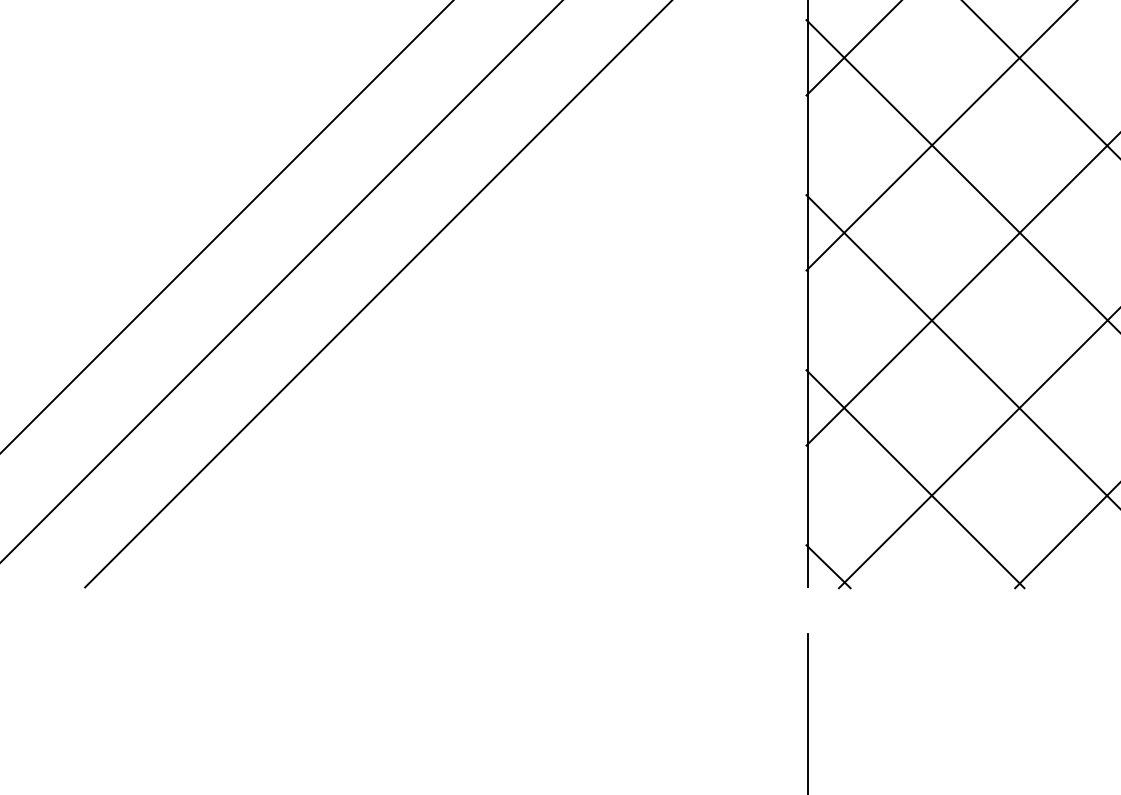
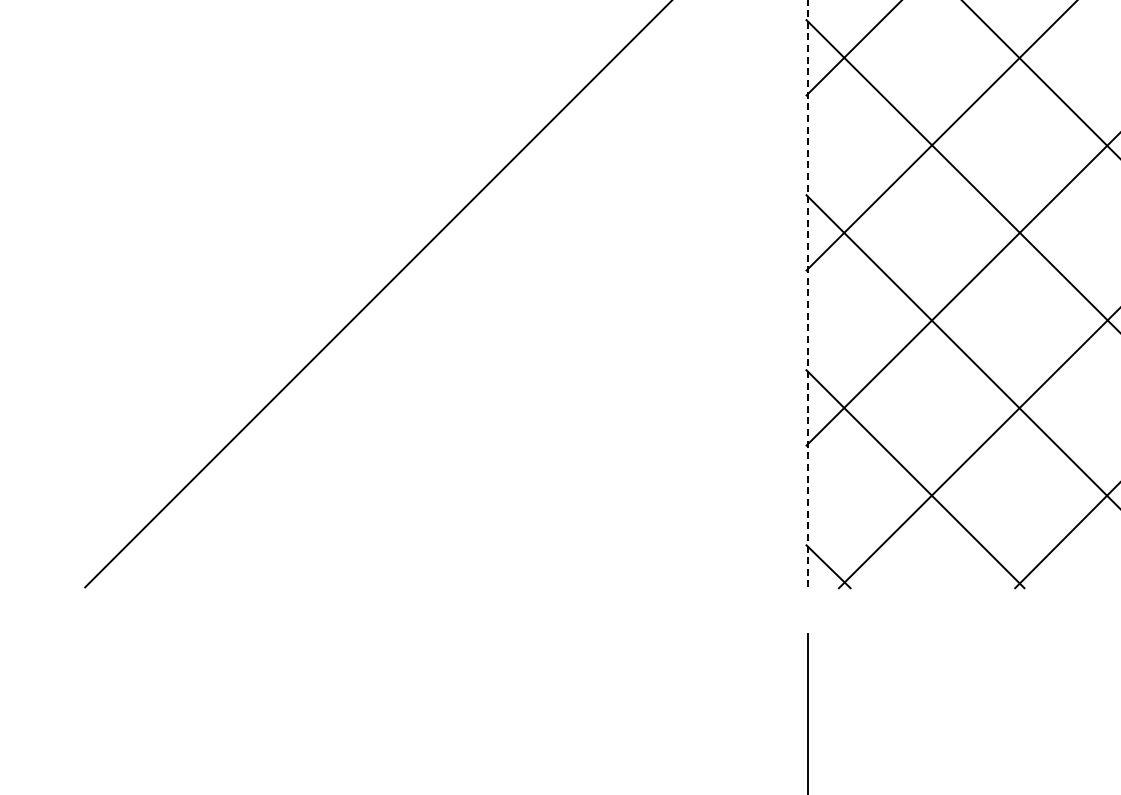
line at (226, 226): present -> none
line at (281, 281): present -> none
line at (807, 293): solid -> dashed
